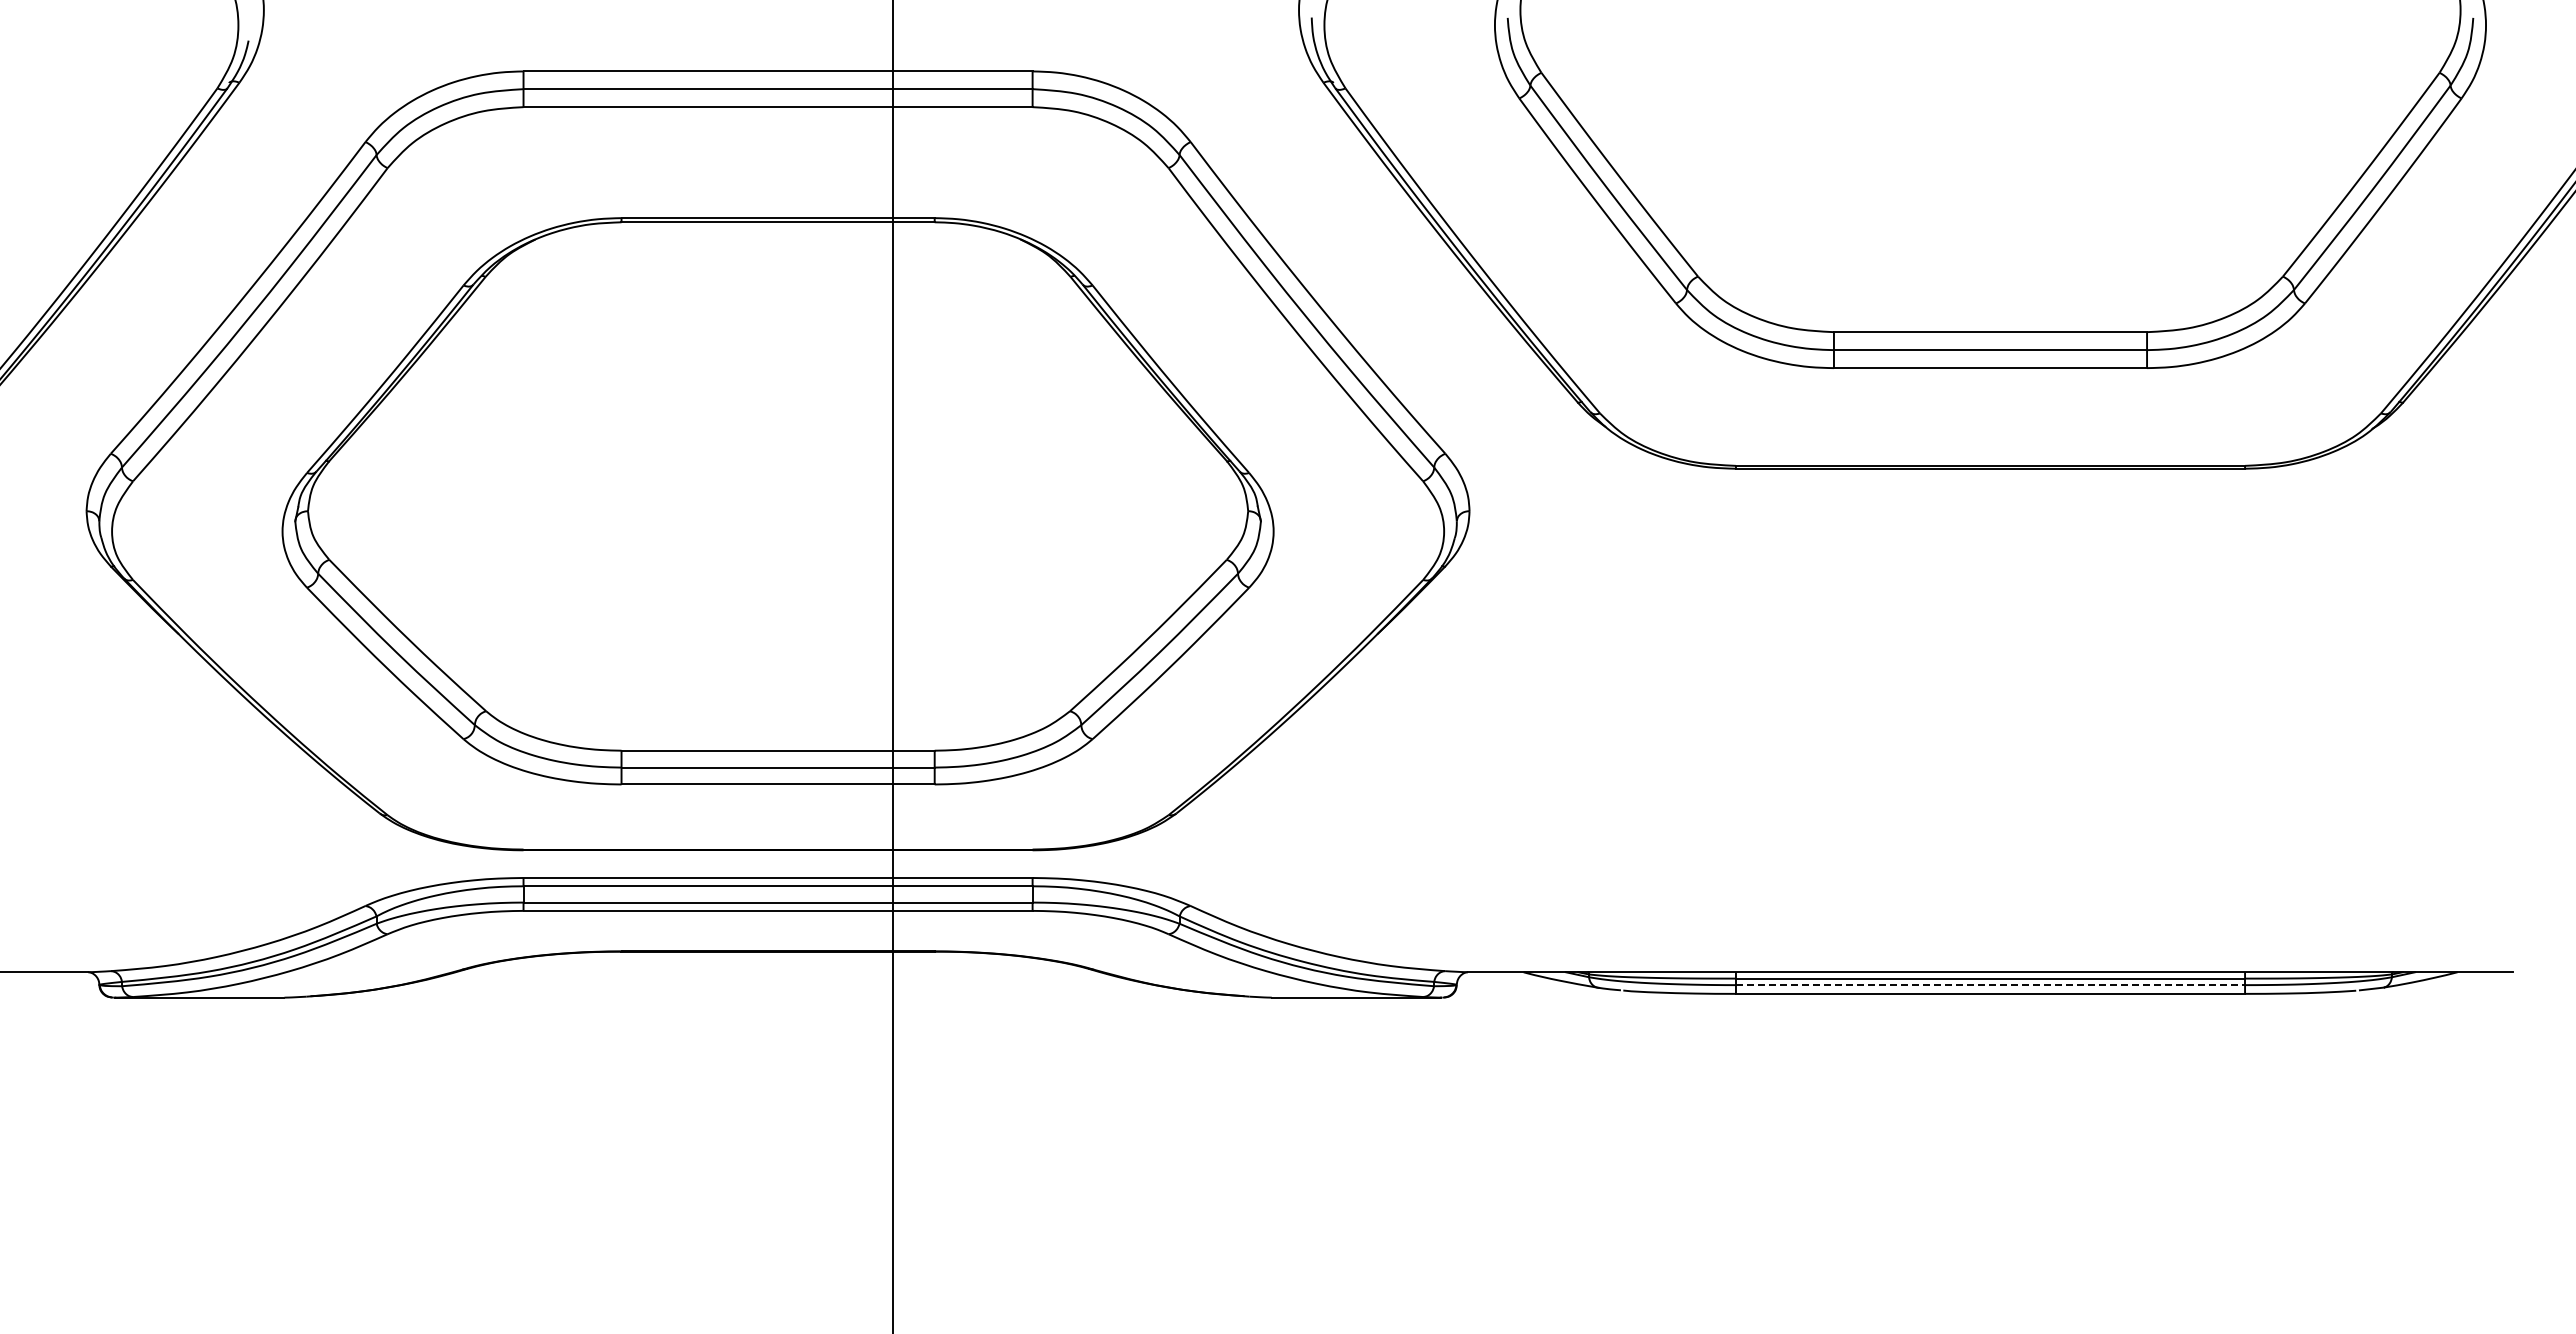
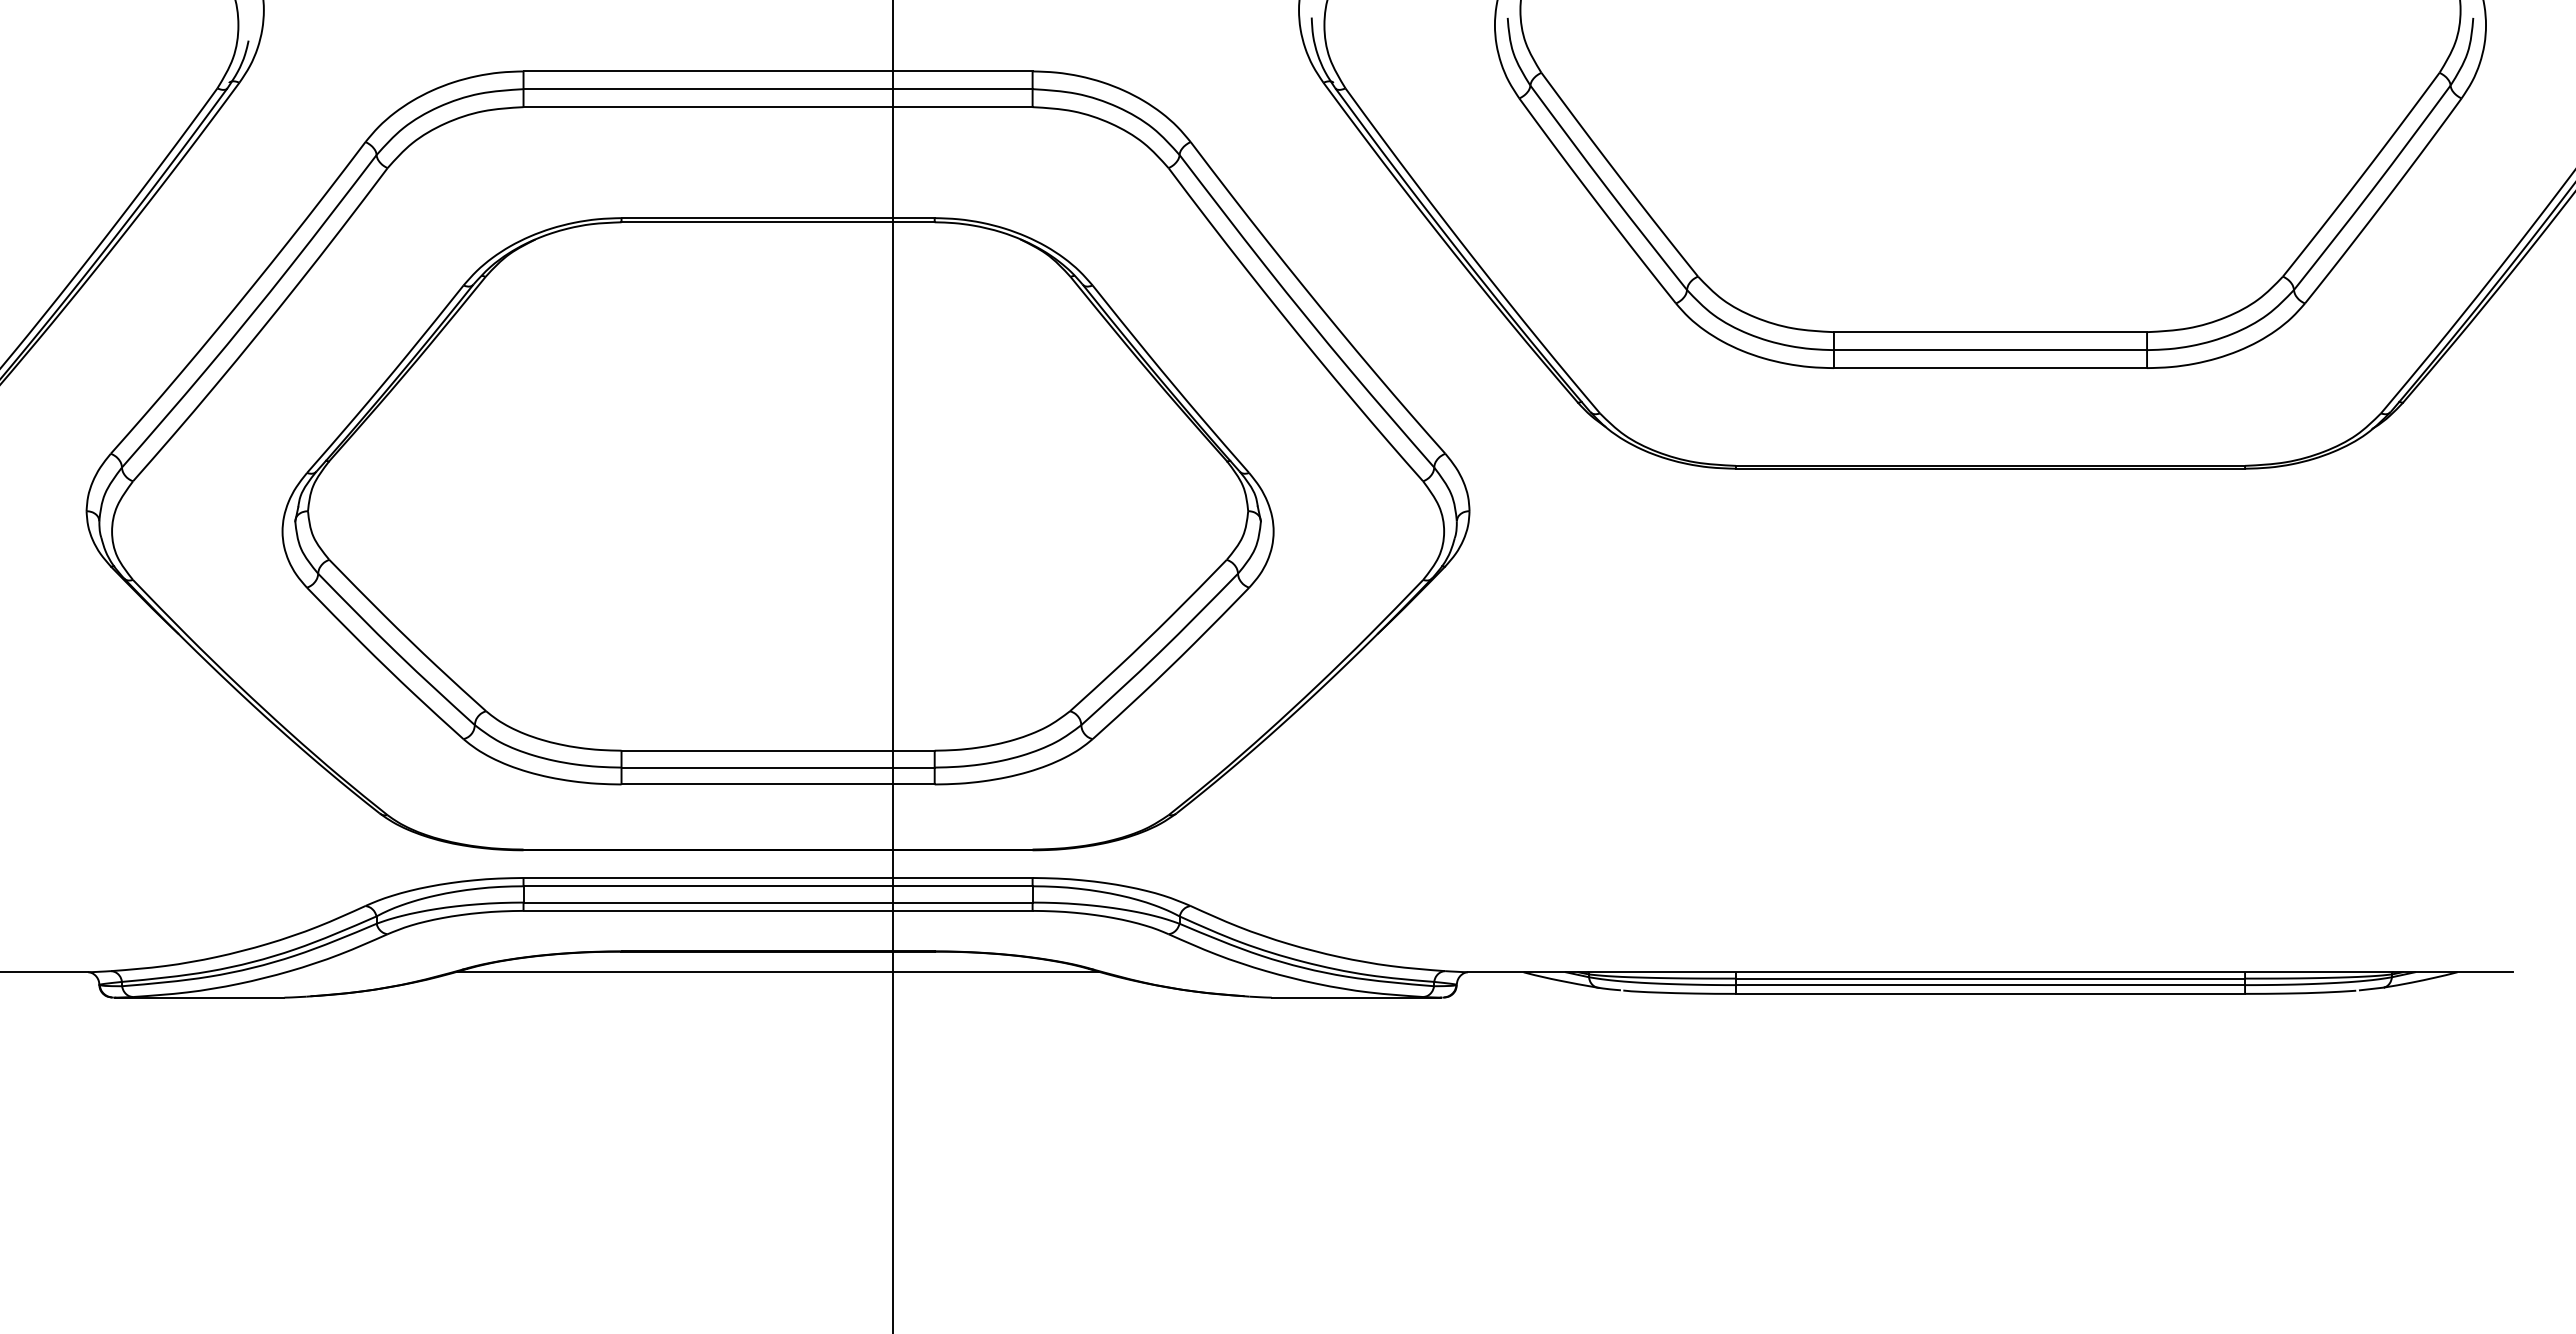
line at (777, 972): none -> present
line at (1990, 985): dashed -> solid
